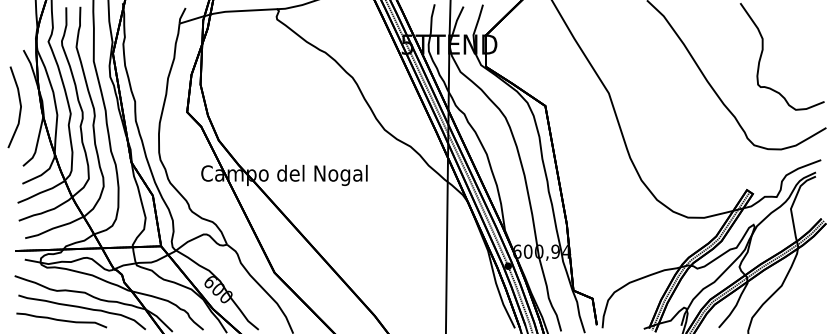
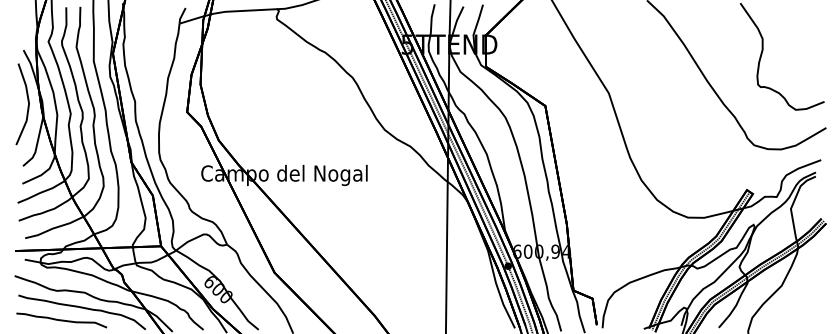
part at (14, 107) position: (14, 107) -> (22, 104)
